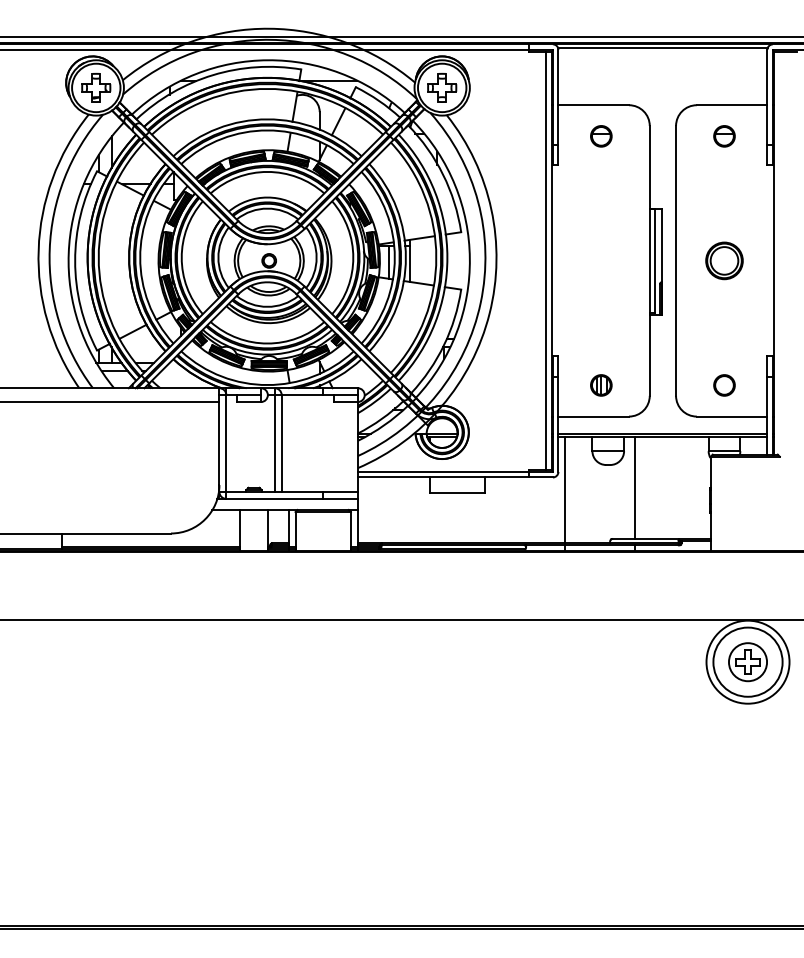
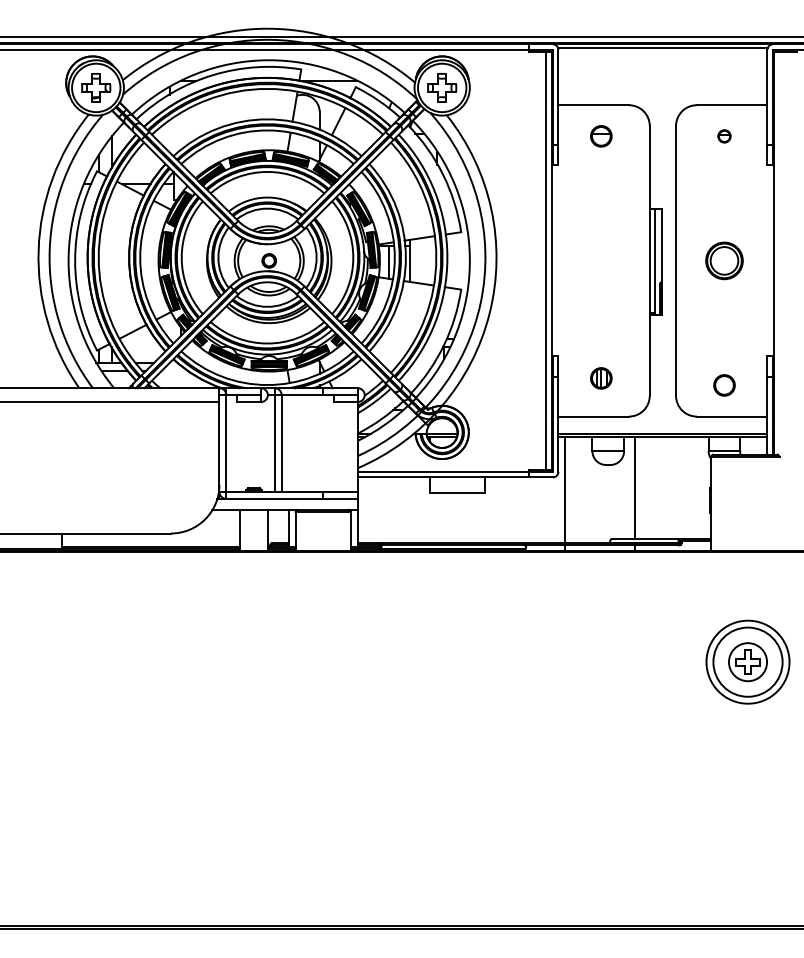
part at (724, 136) size: 23x23 px -> 15x15 px
part at (601, 385) position: (601, 385) -> (601, 378)
line at (401, 620): present -> none
